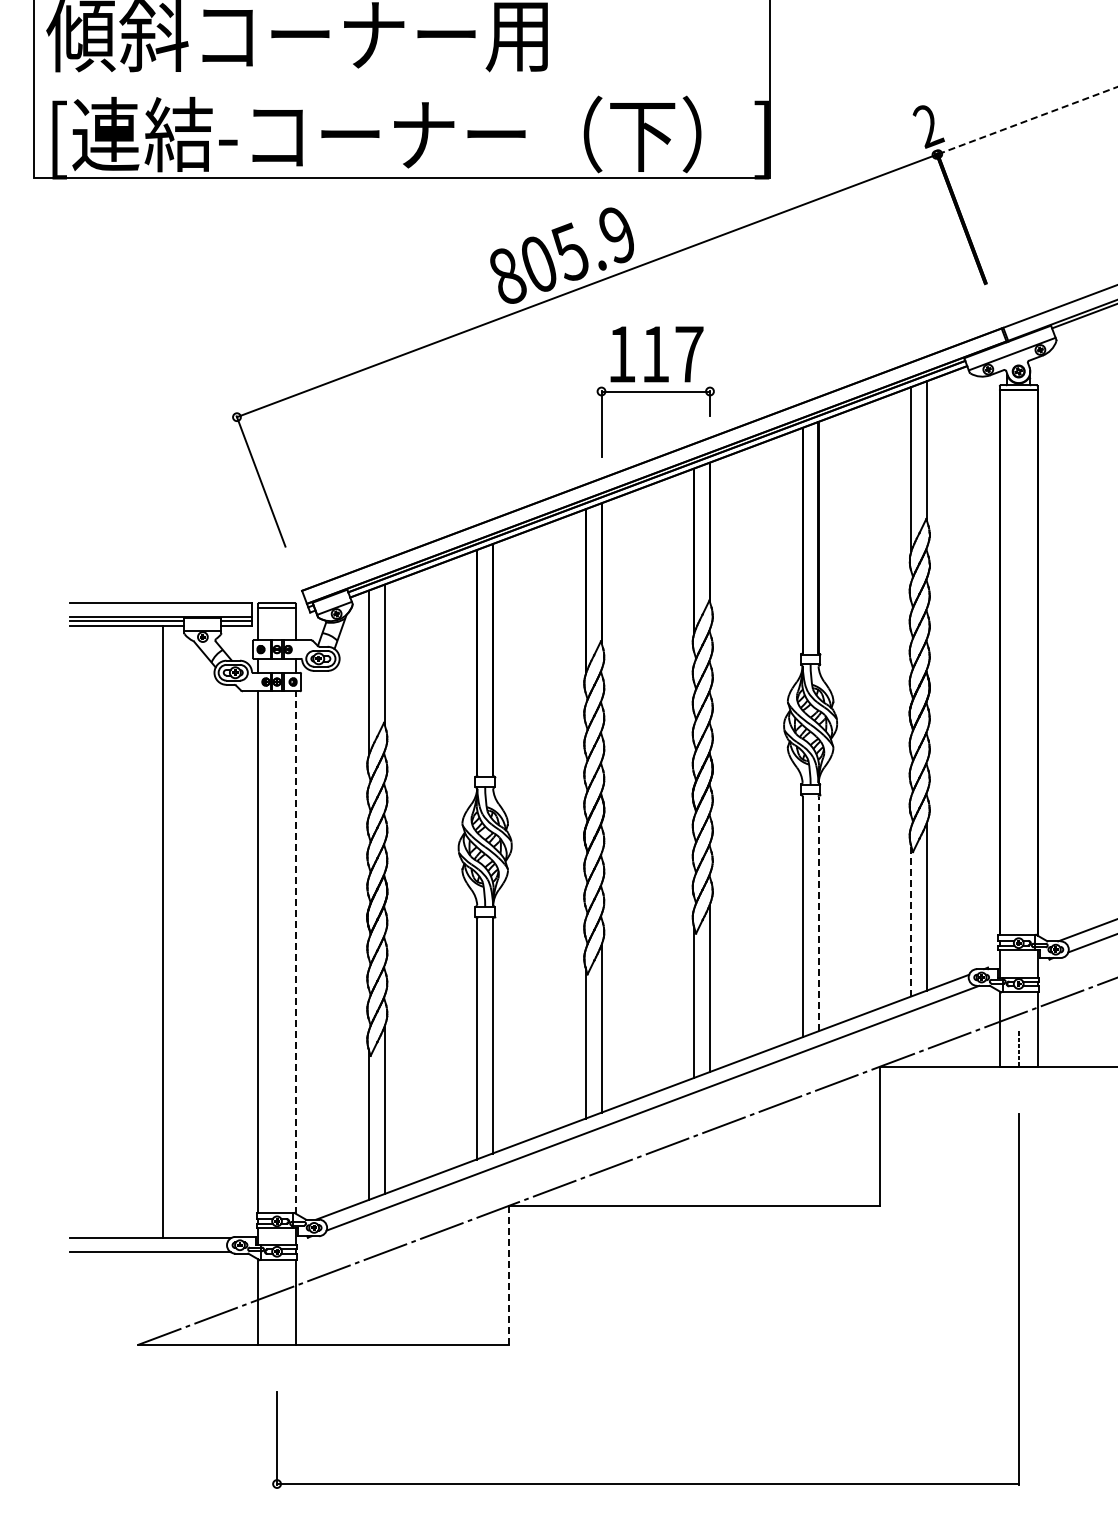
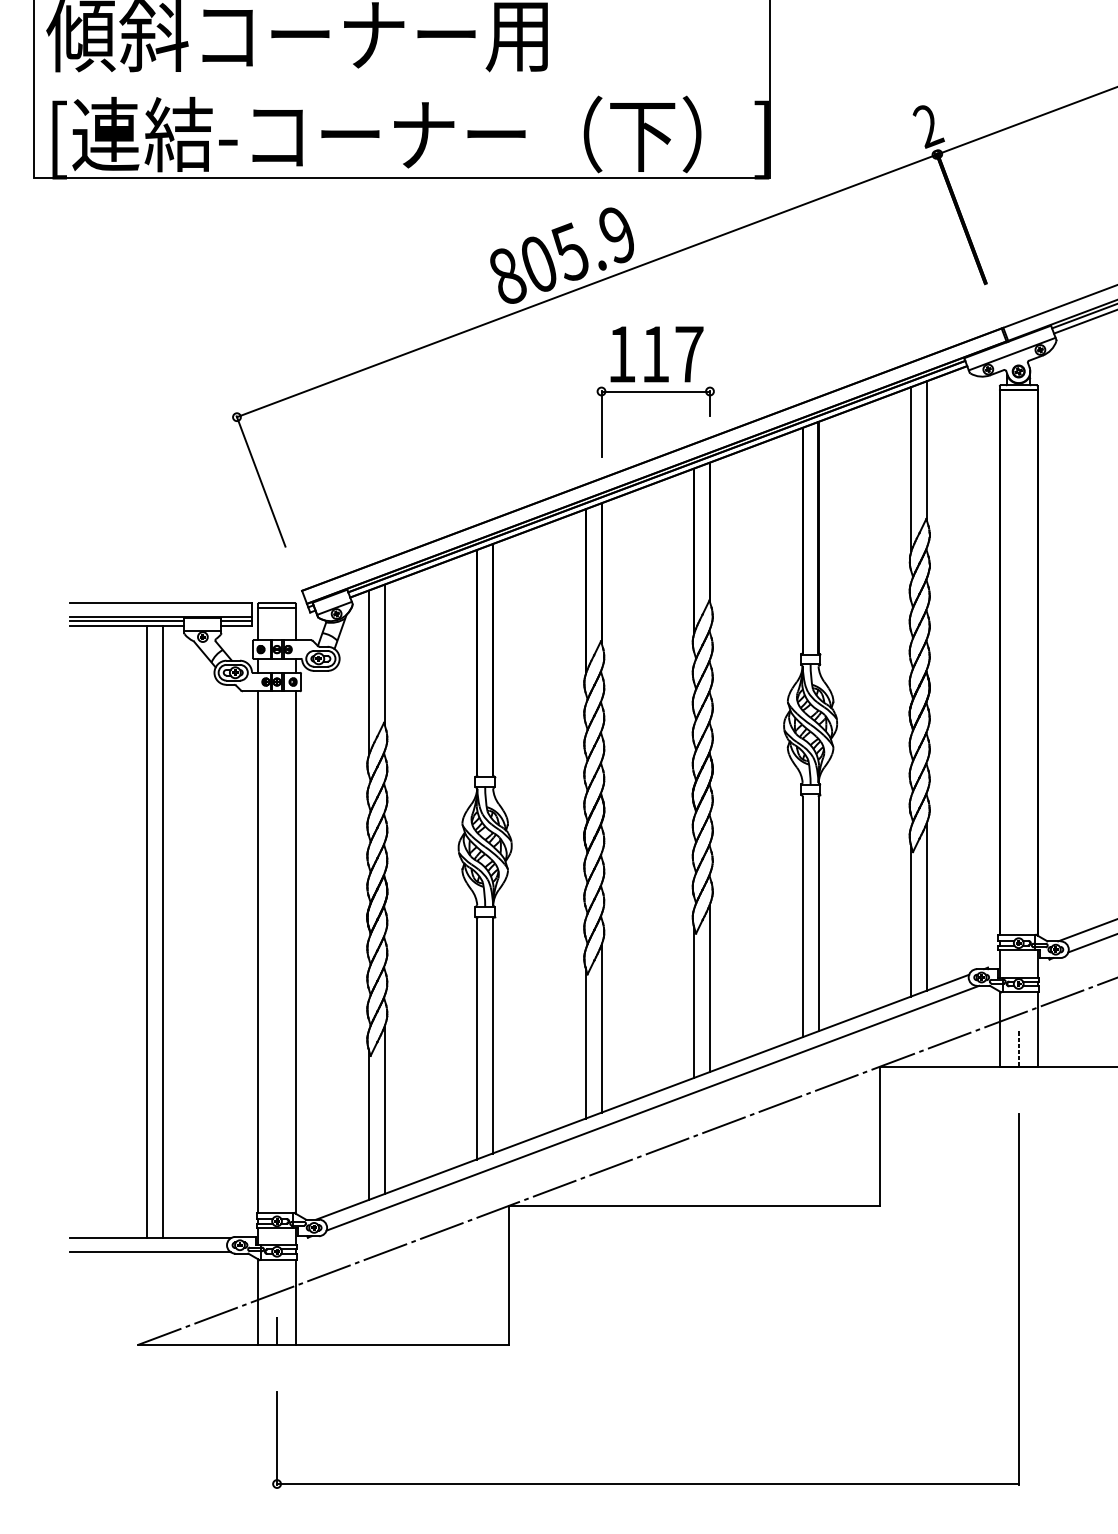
line at (1028, 120): dashed -> solid
line at (1084, 321): none -> present
line at (818, 913): dashed -> solid
line at (911, 920): dashed -> solid
line at (146, 932): none -> present
line at (295, 952): dashed -> solid
line at (508, 1275): dashed -> solid
line at (277, 1330): none -> present
